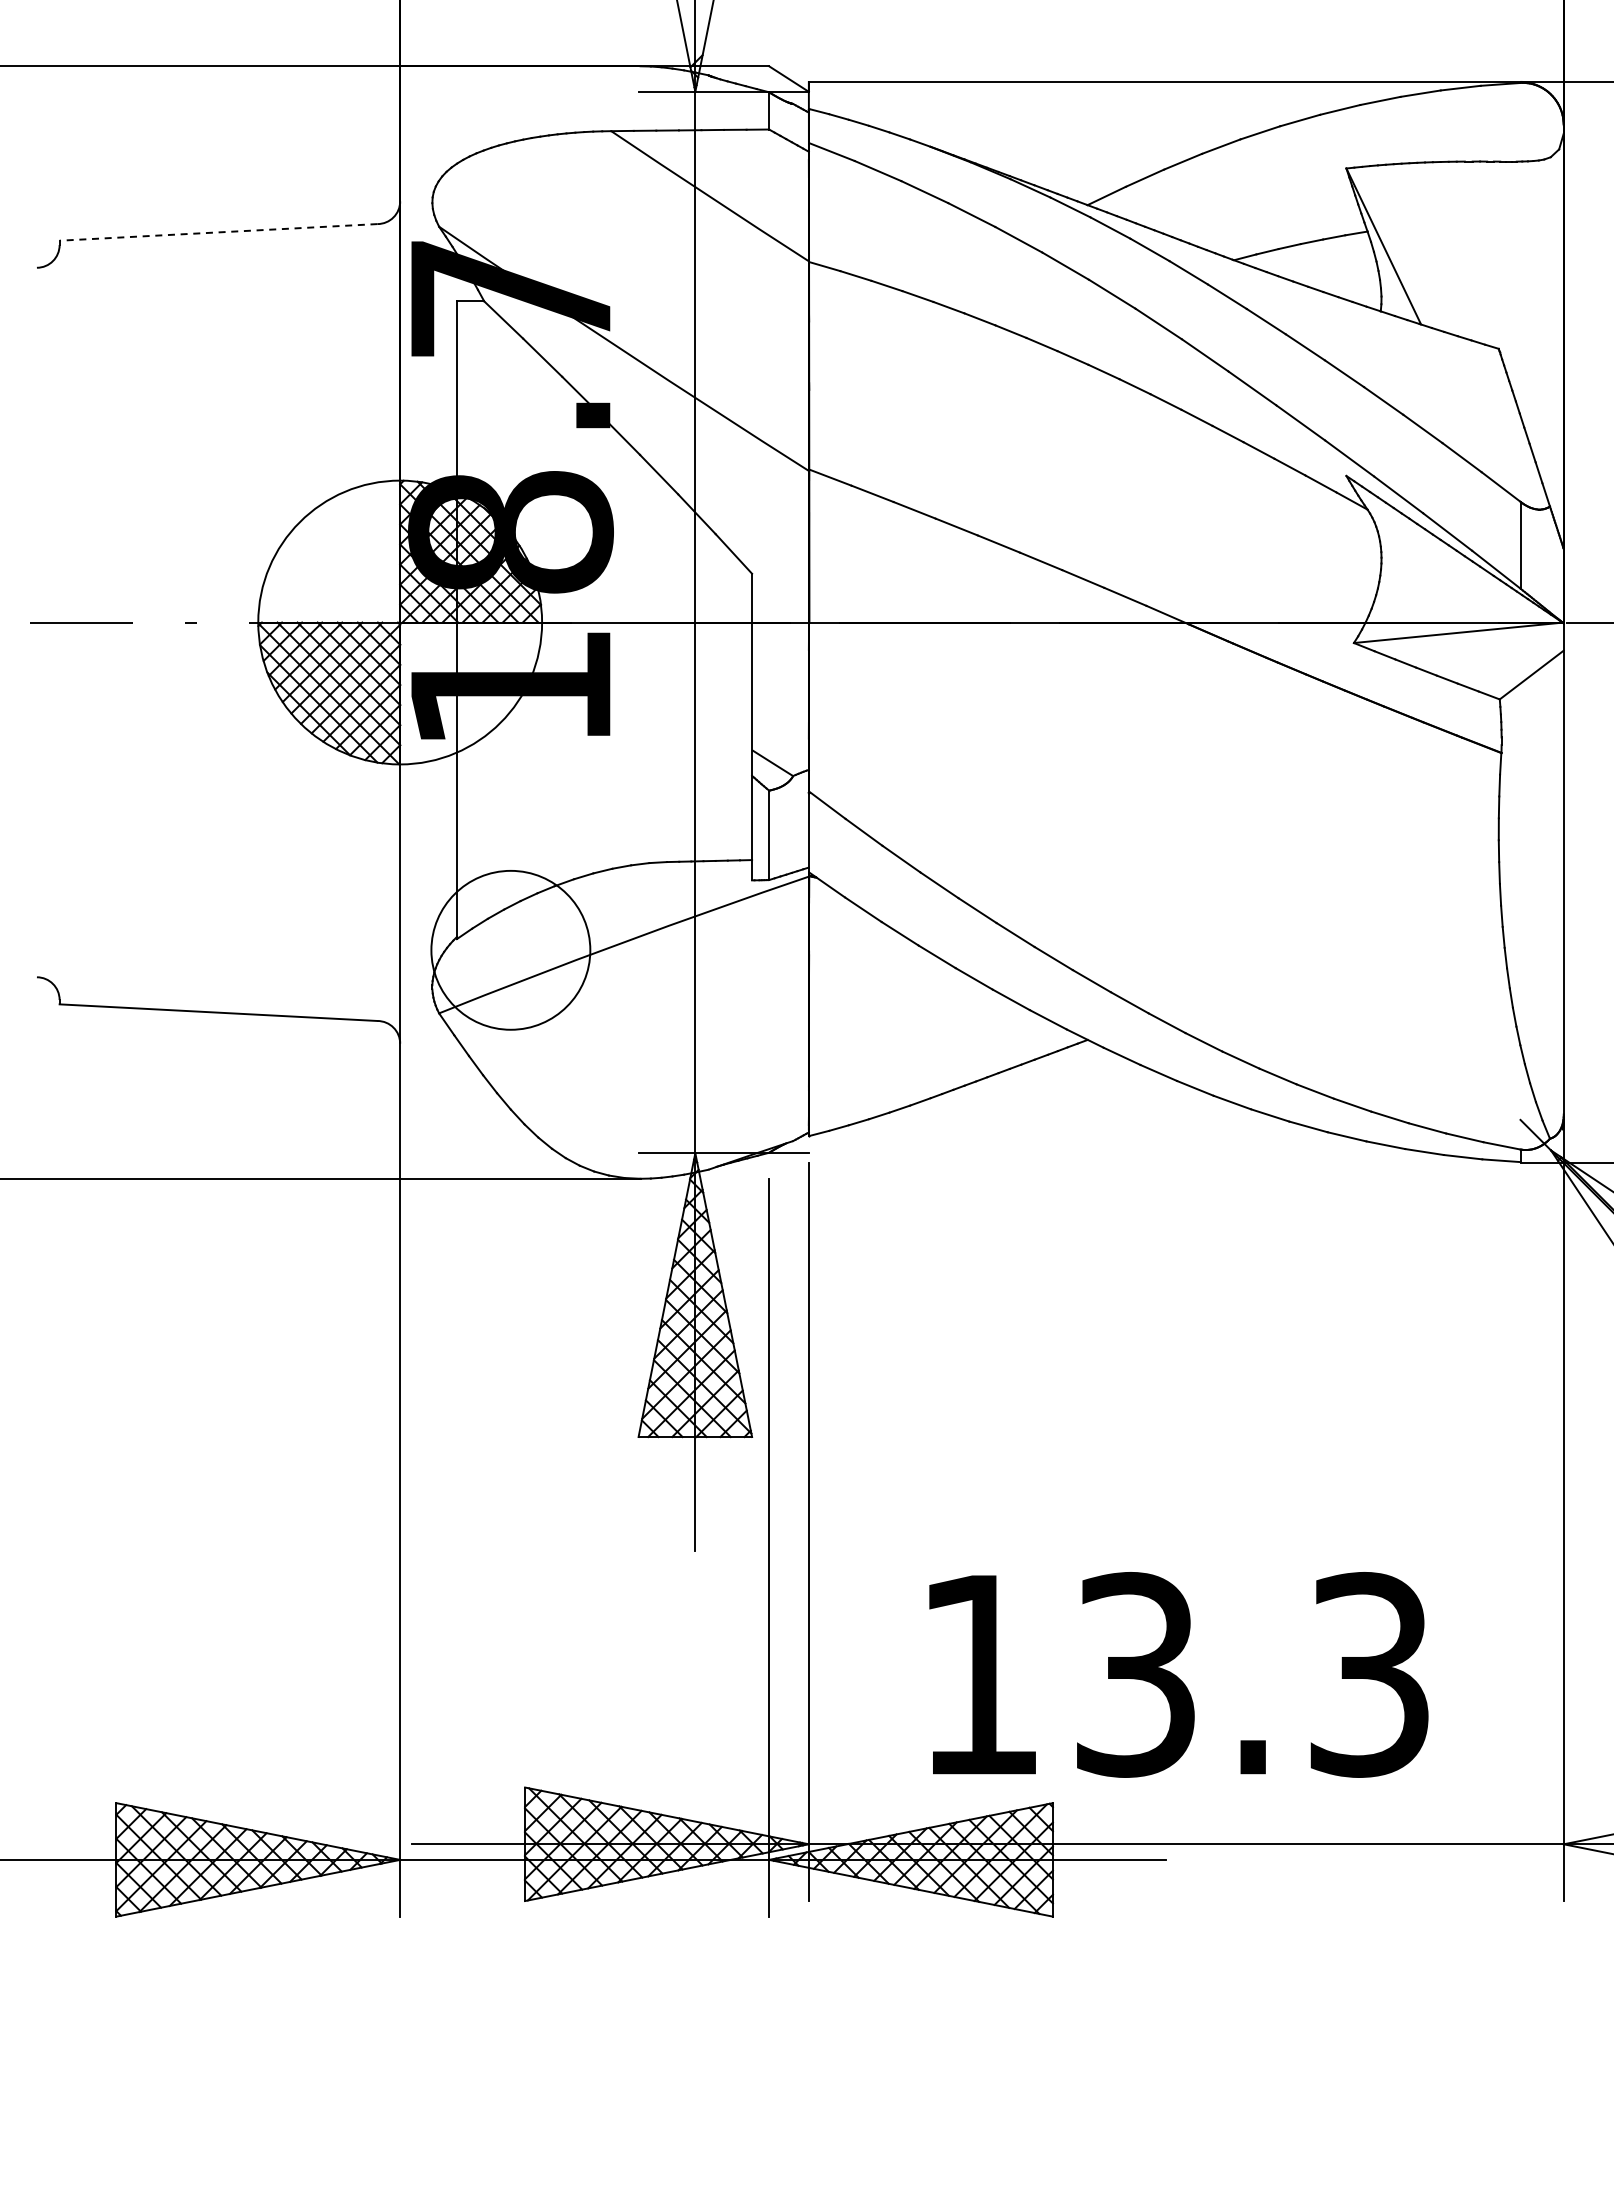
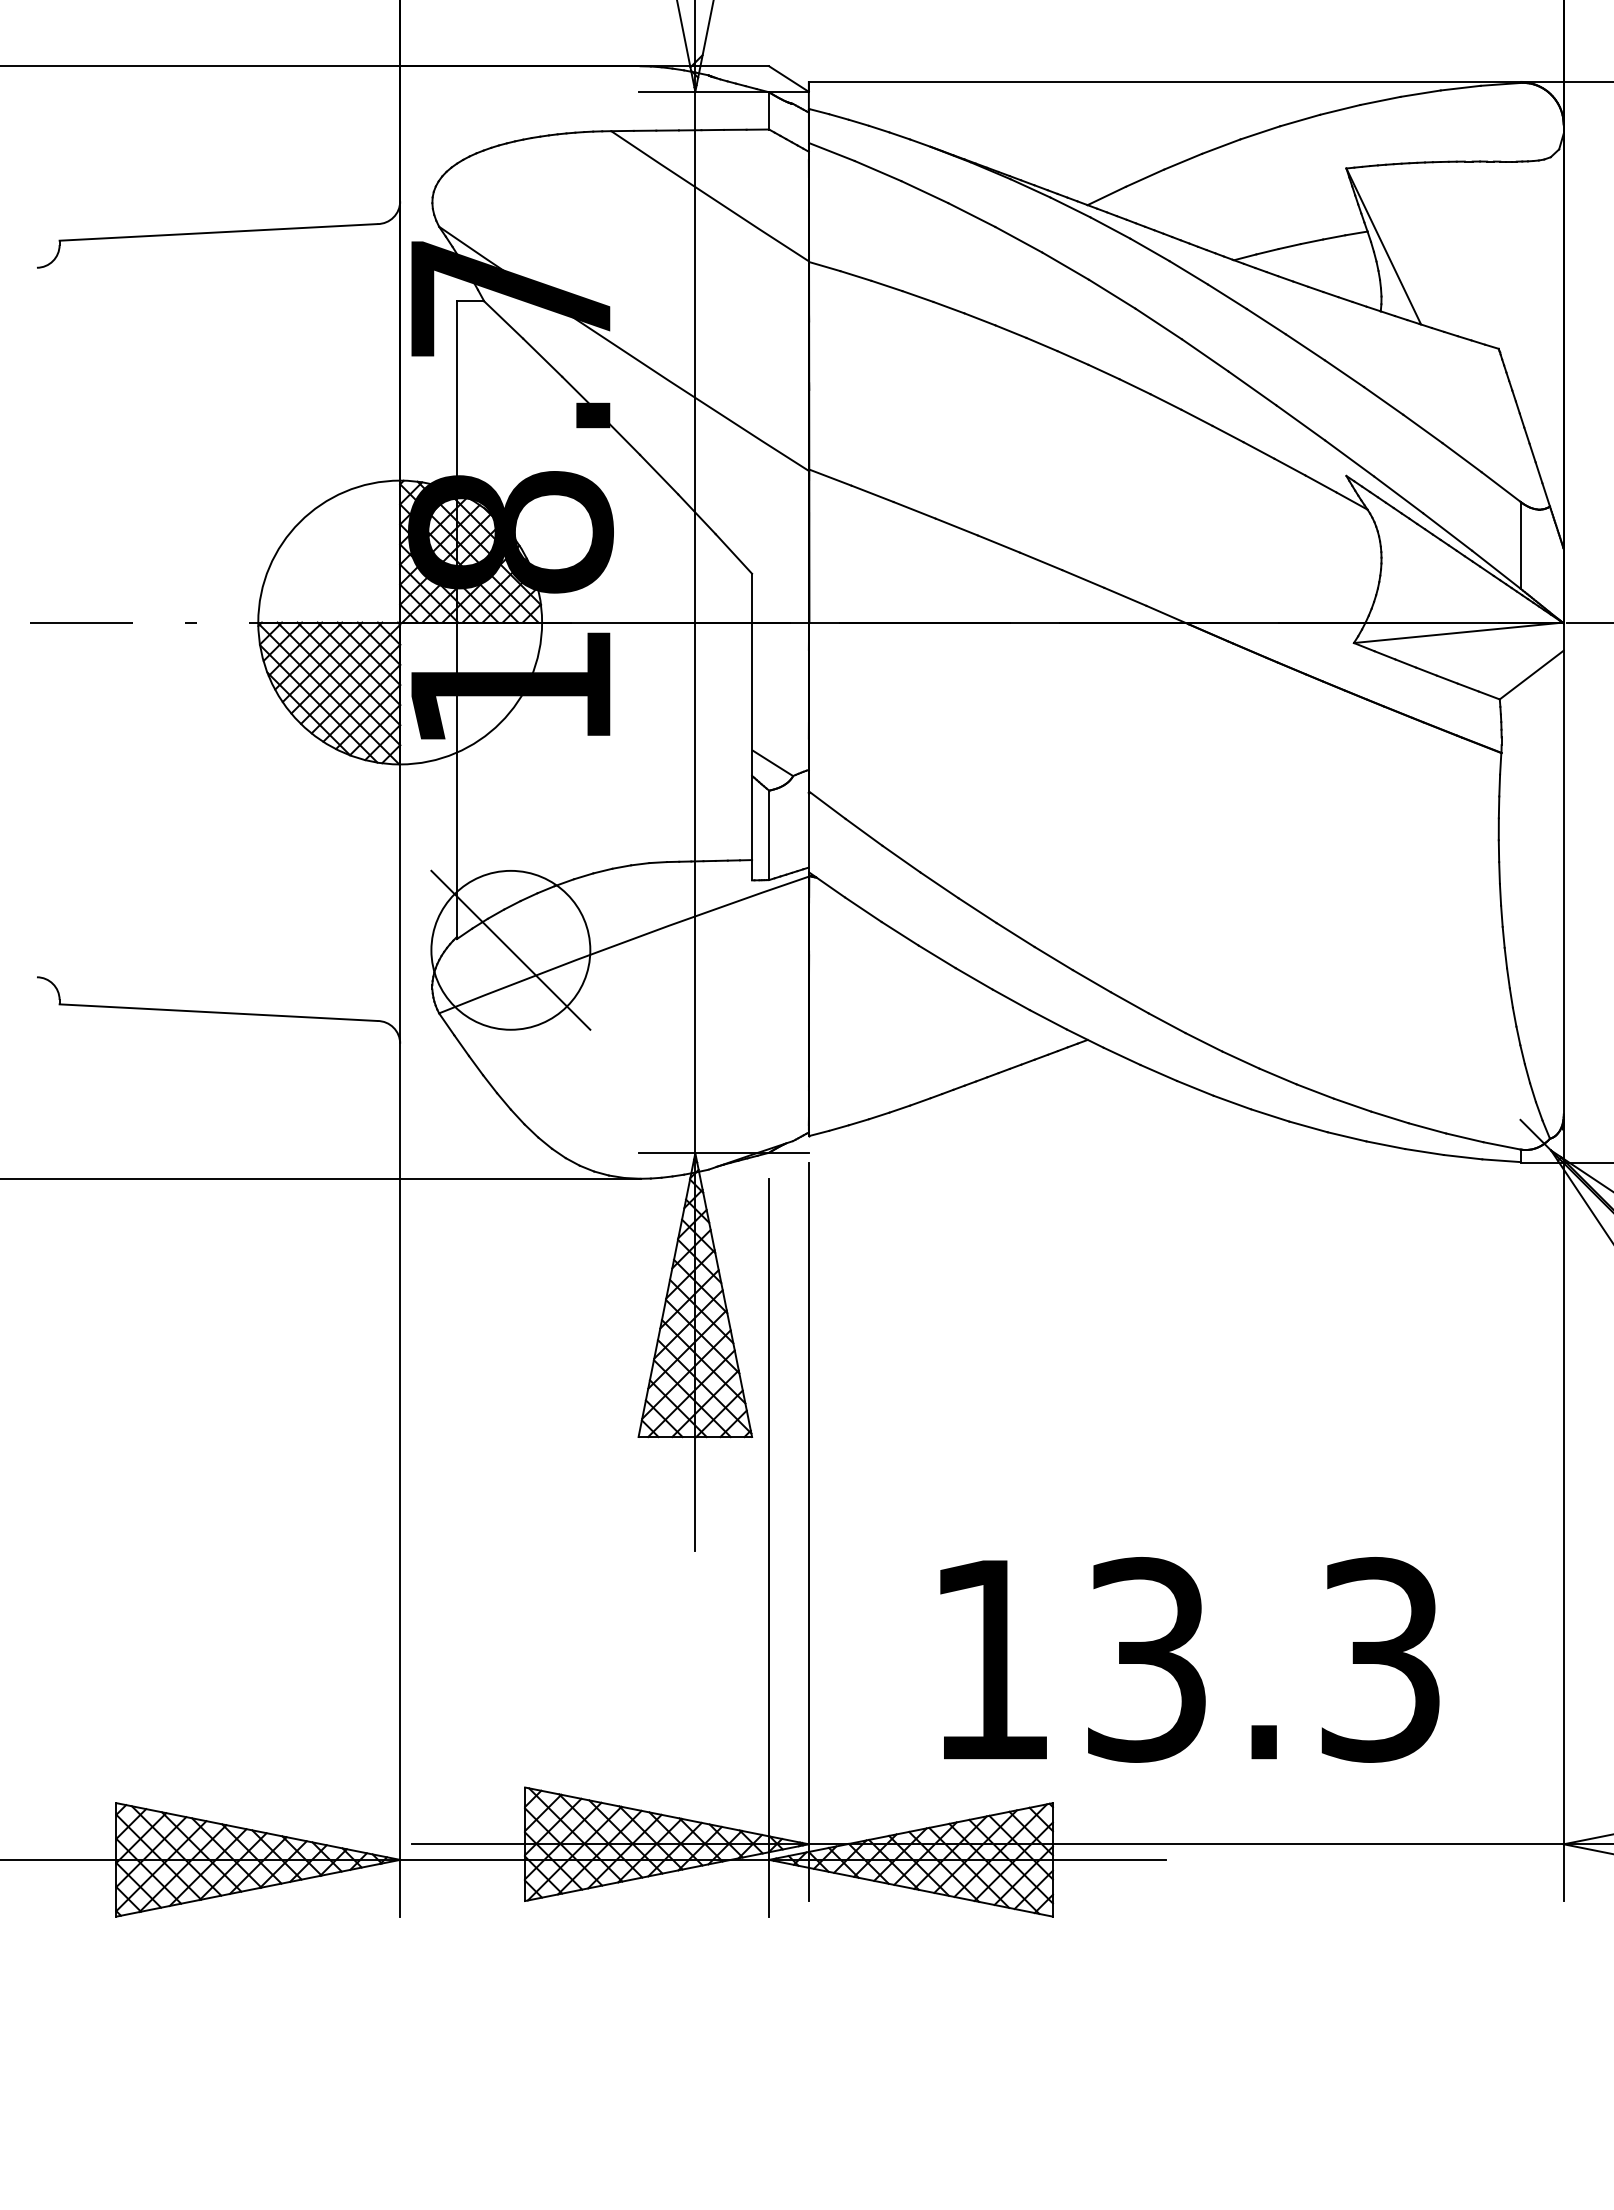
line at (218, 232): dashed -> solid
line at (510, 949): none -> present
text at (1178, 1674) position: (1178, 1674) -> (1189, 1659)
